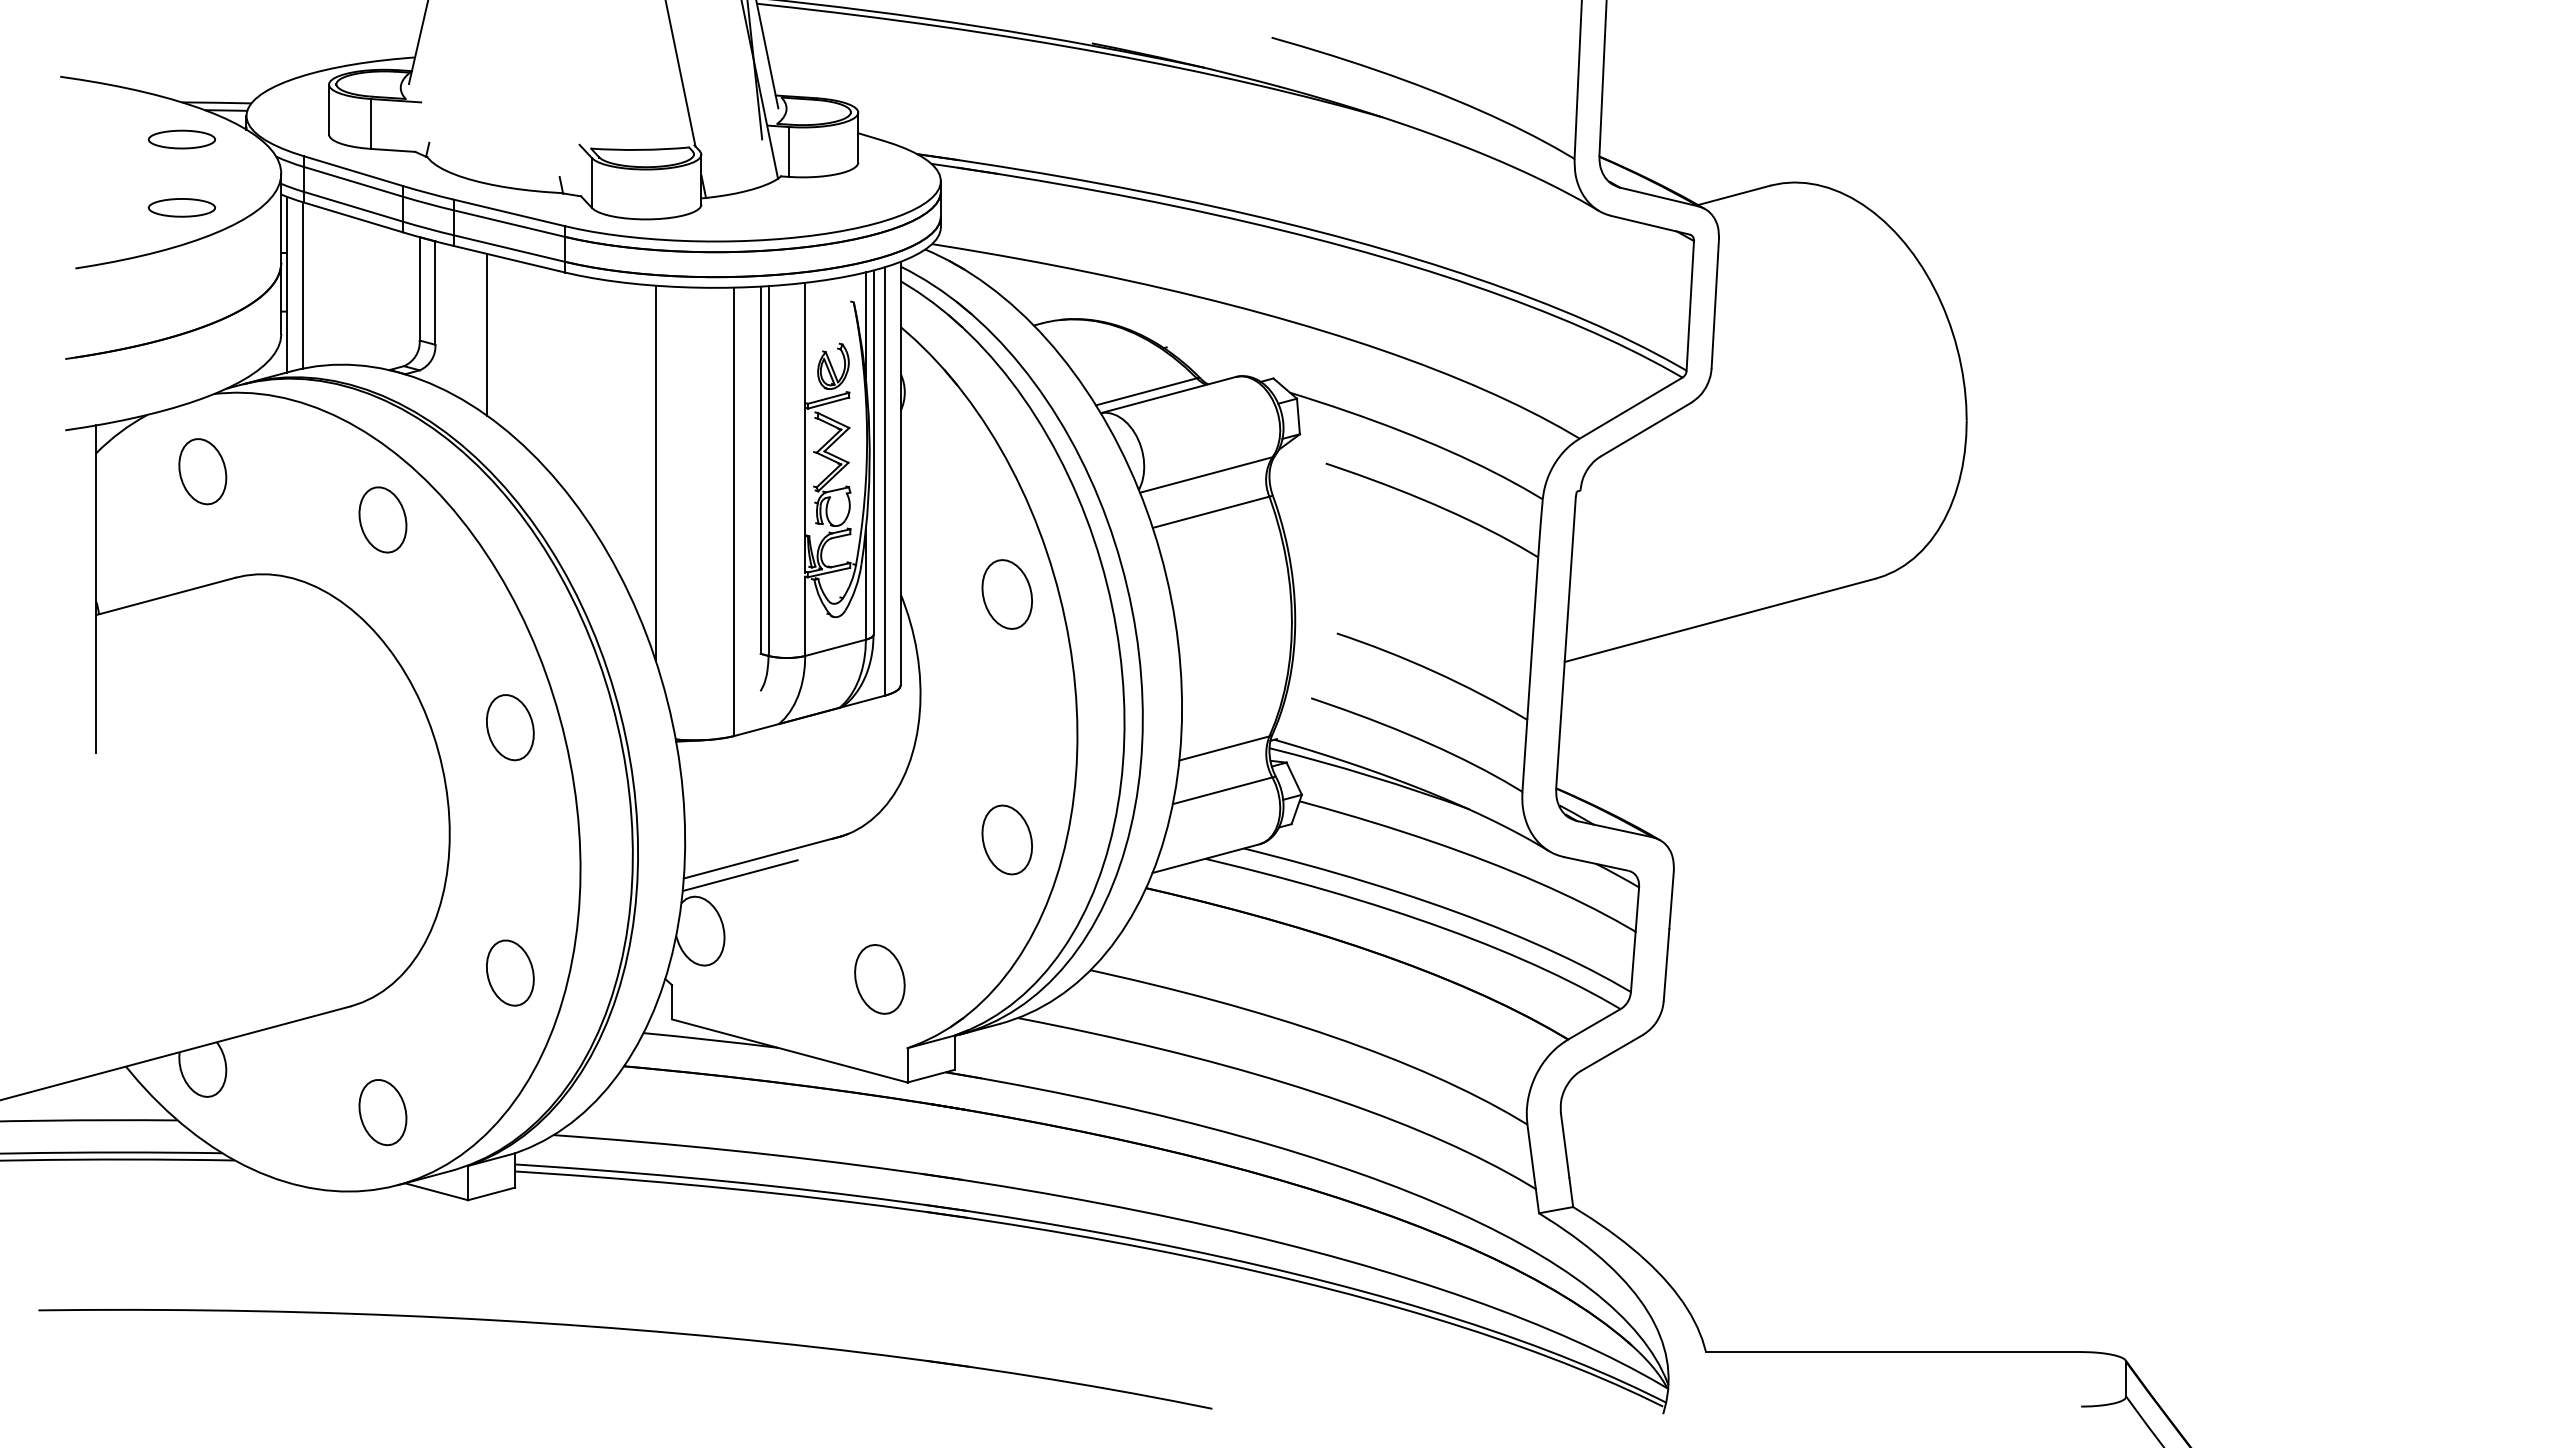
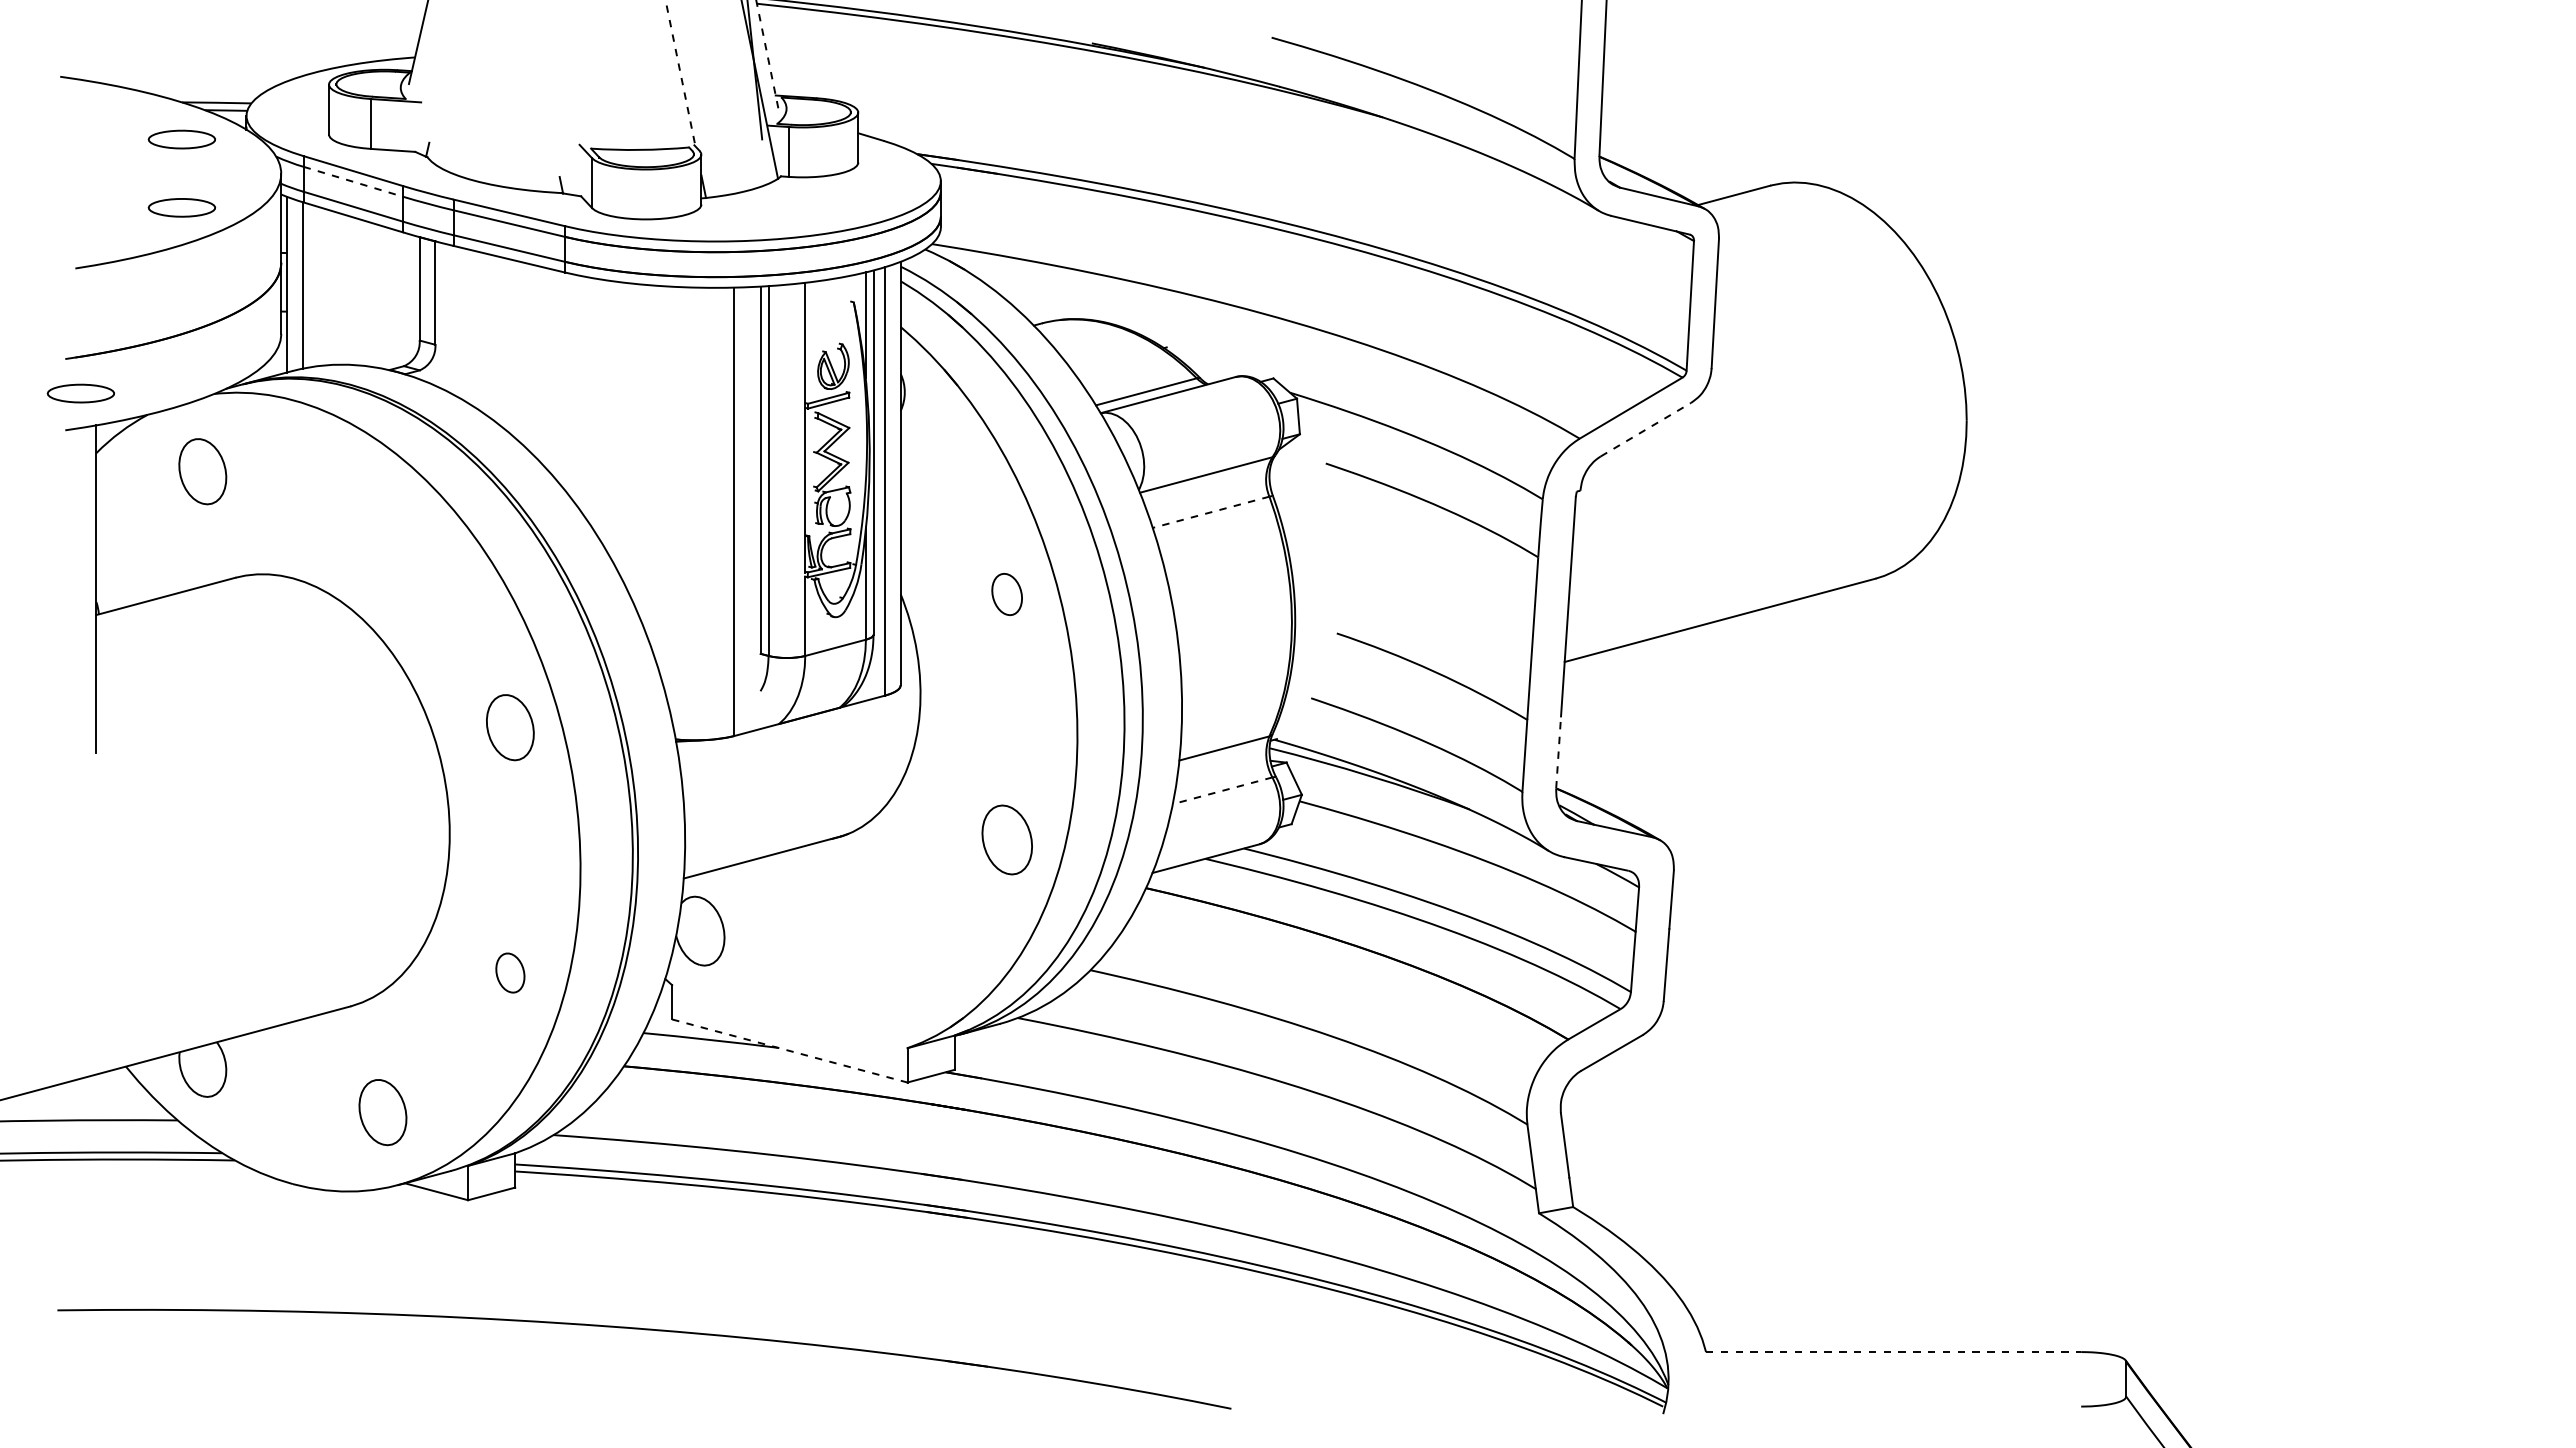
line at (767, 54): solid -> dashed
line at (680, 74): solid -> dashed
line at (353, 181): solid -> dashed
line at (487, 334): present -> none
part at (80, 393): none -> present
line at (1646, 429): solid -> dashed
line at (655, 473): present -> none
line at (1210, 512): solid -> dashed
part at (382, 519): present -> none
part at (1006, 594) size: 52x71 px -> 32x44 px
line at (1558, 751): solid -> dashed
line at (1222, 790): solid -> dashed
line at (739, 875): present -> none
part at (510, 972) size: 49x68 px -> 31x42 px
part at (879, 979): present -> none
line at (789, 1050): solid -> dashed
part at (625, 1330) position: (625, 1330) -> (644, 1330)
line at (1893, 1352): solid -> dashed
